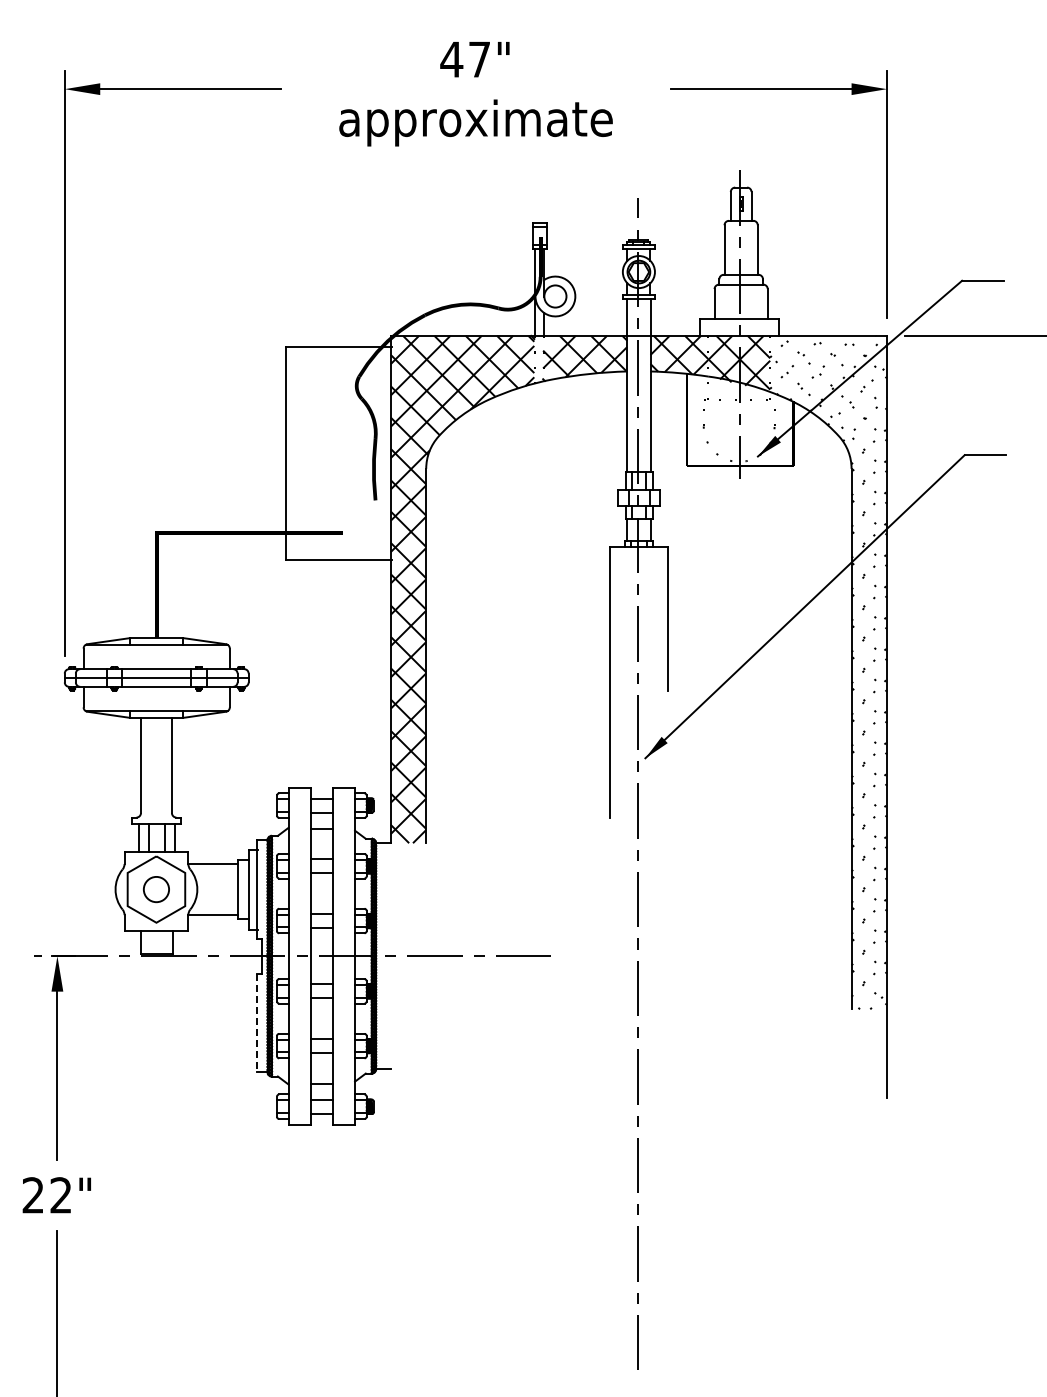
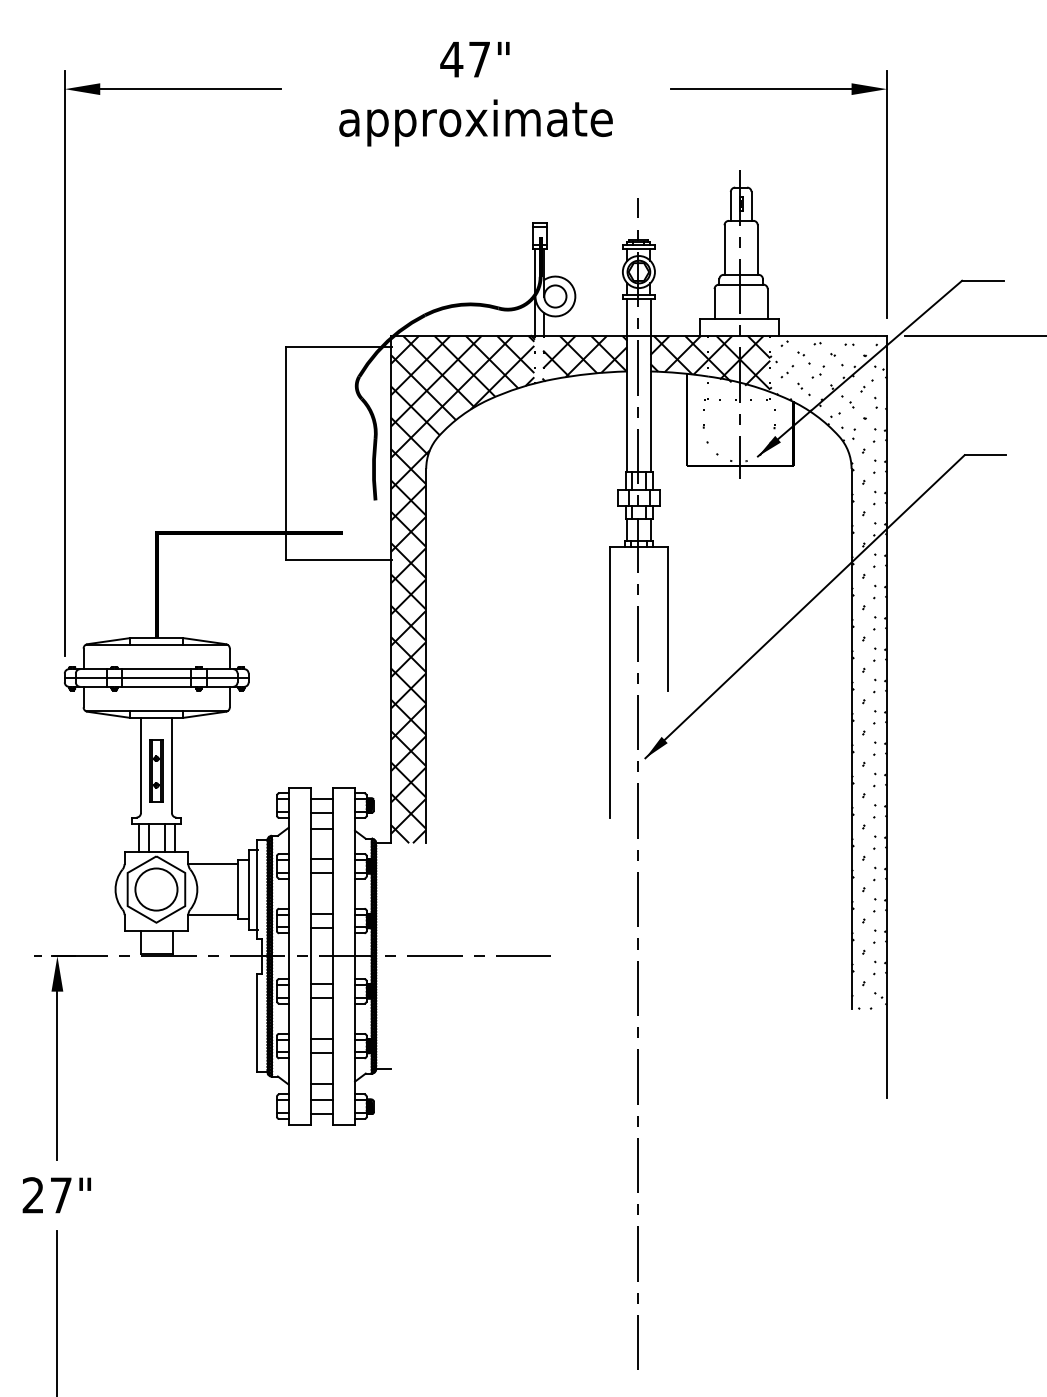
part at (156, 770): none -> present
circle at (156, 889) diameter: 25 px -> 42 px
line at (257, 1023): dashed -> solid
text at (60, 1195): 22" -> 27"
